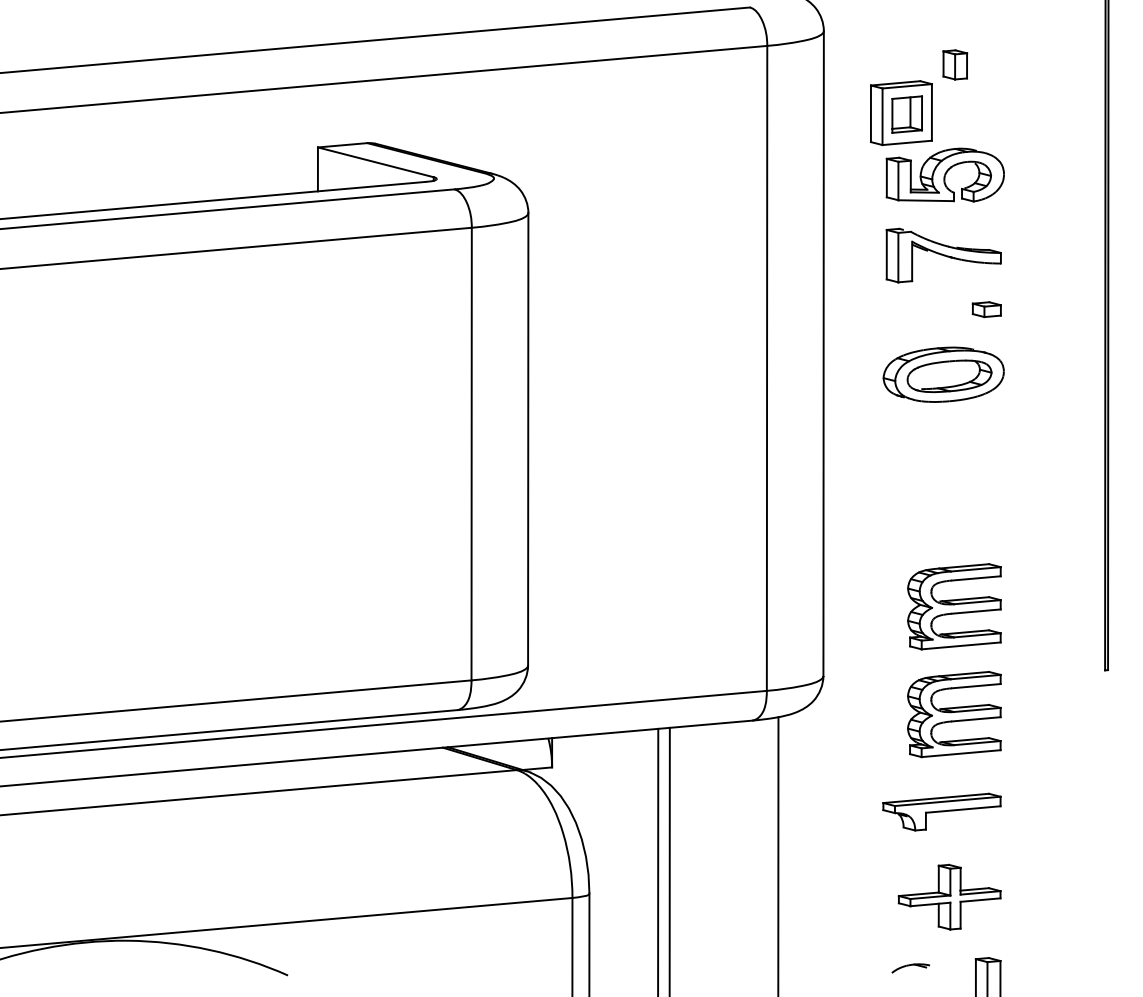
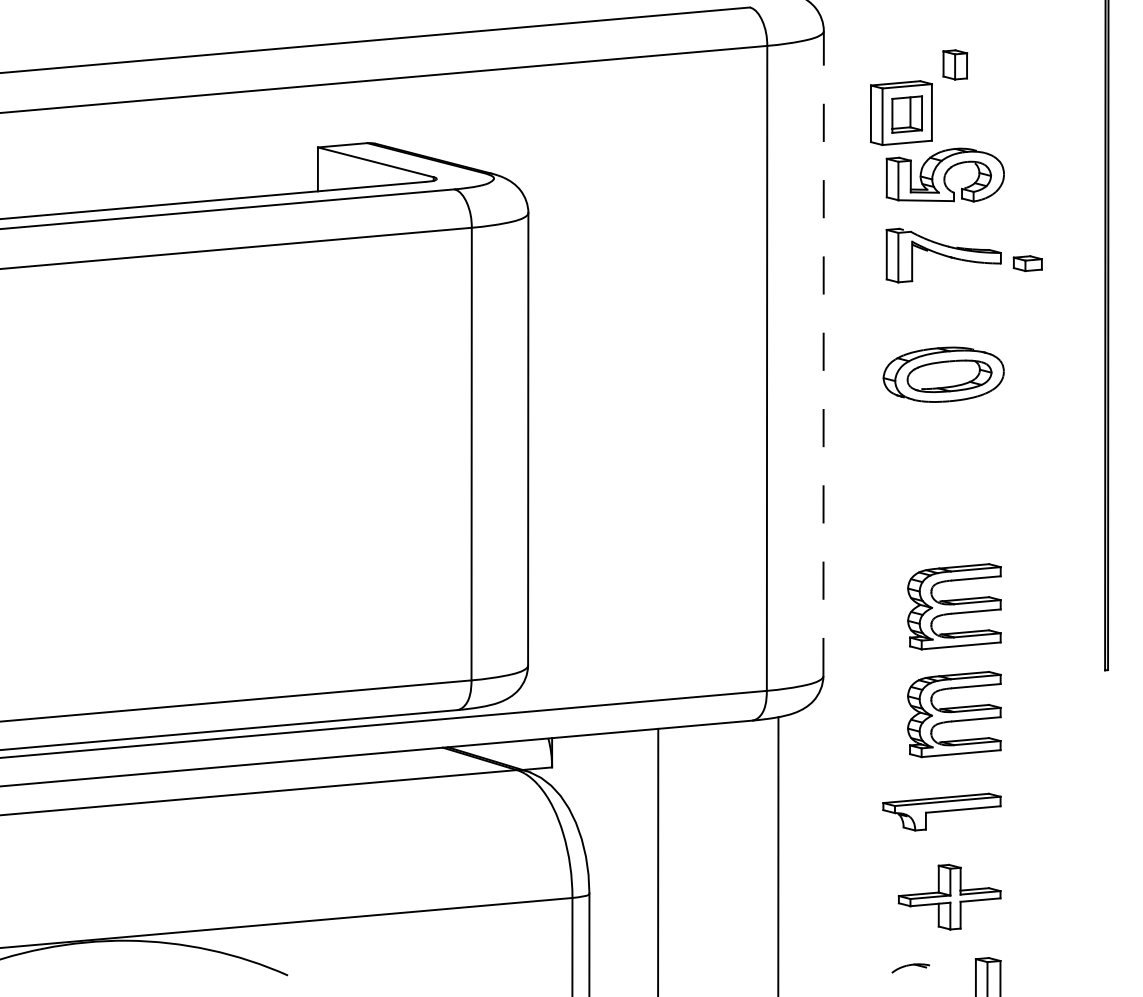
part at (986, 309) position: (986, 309) -> (1027, 263)
line at (823, 353): solid -> dashed
line at (669, 860): present -> none
